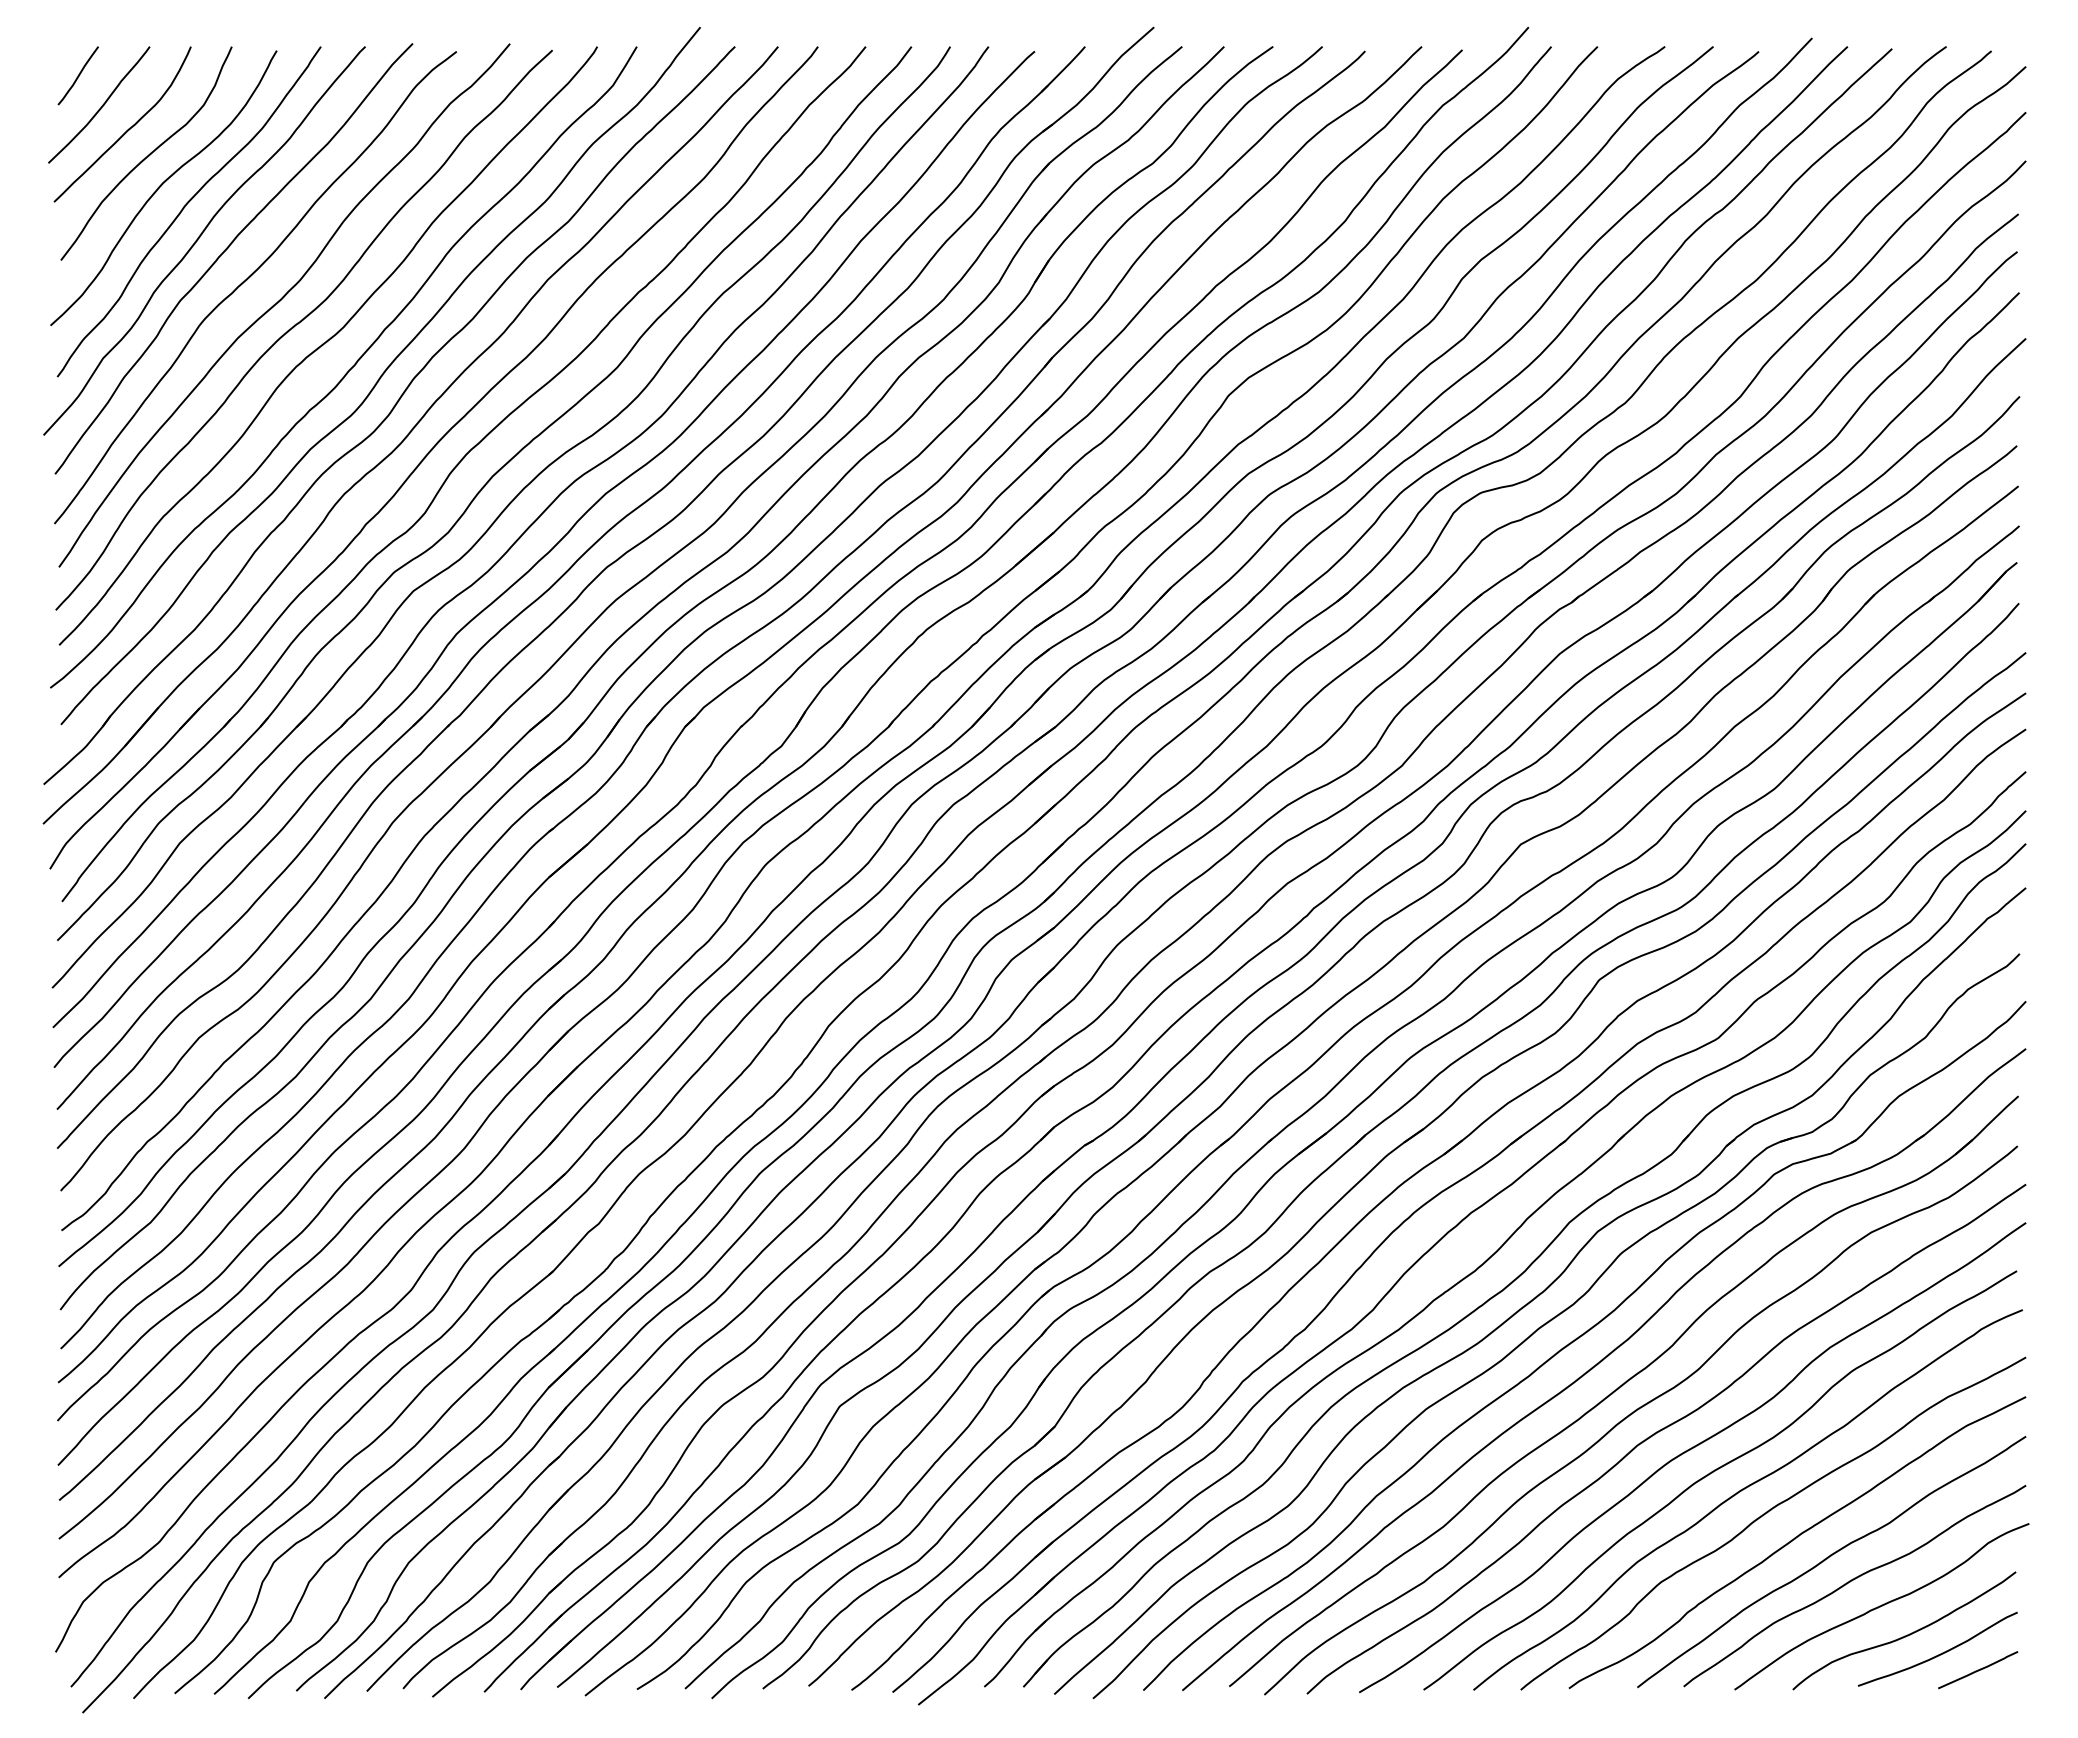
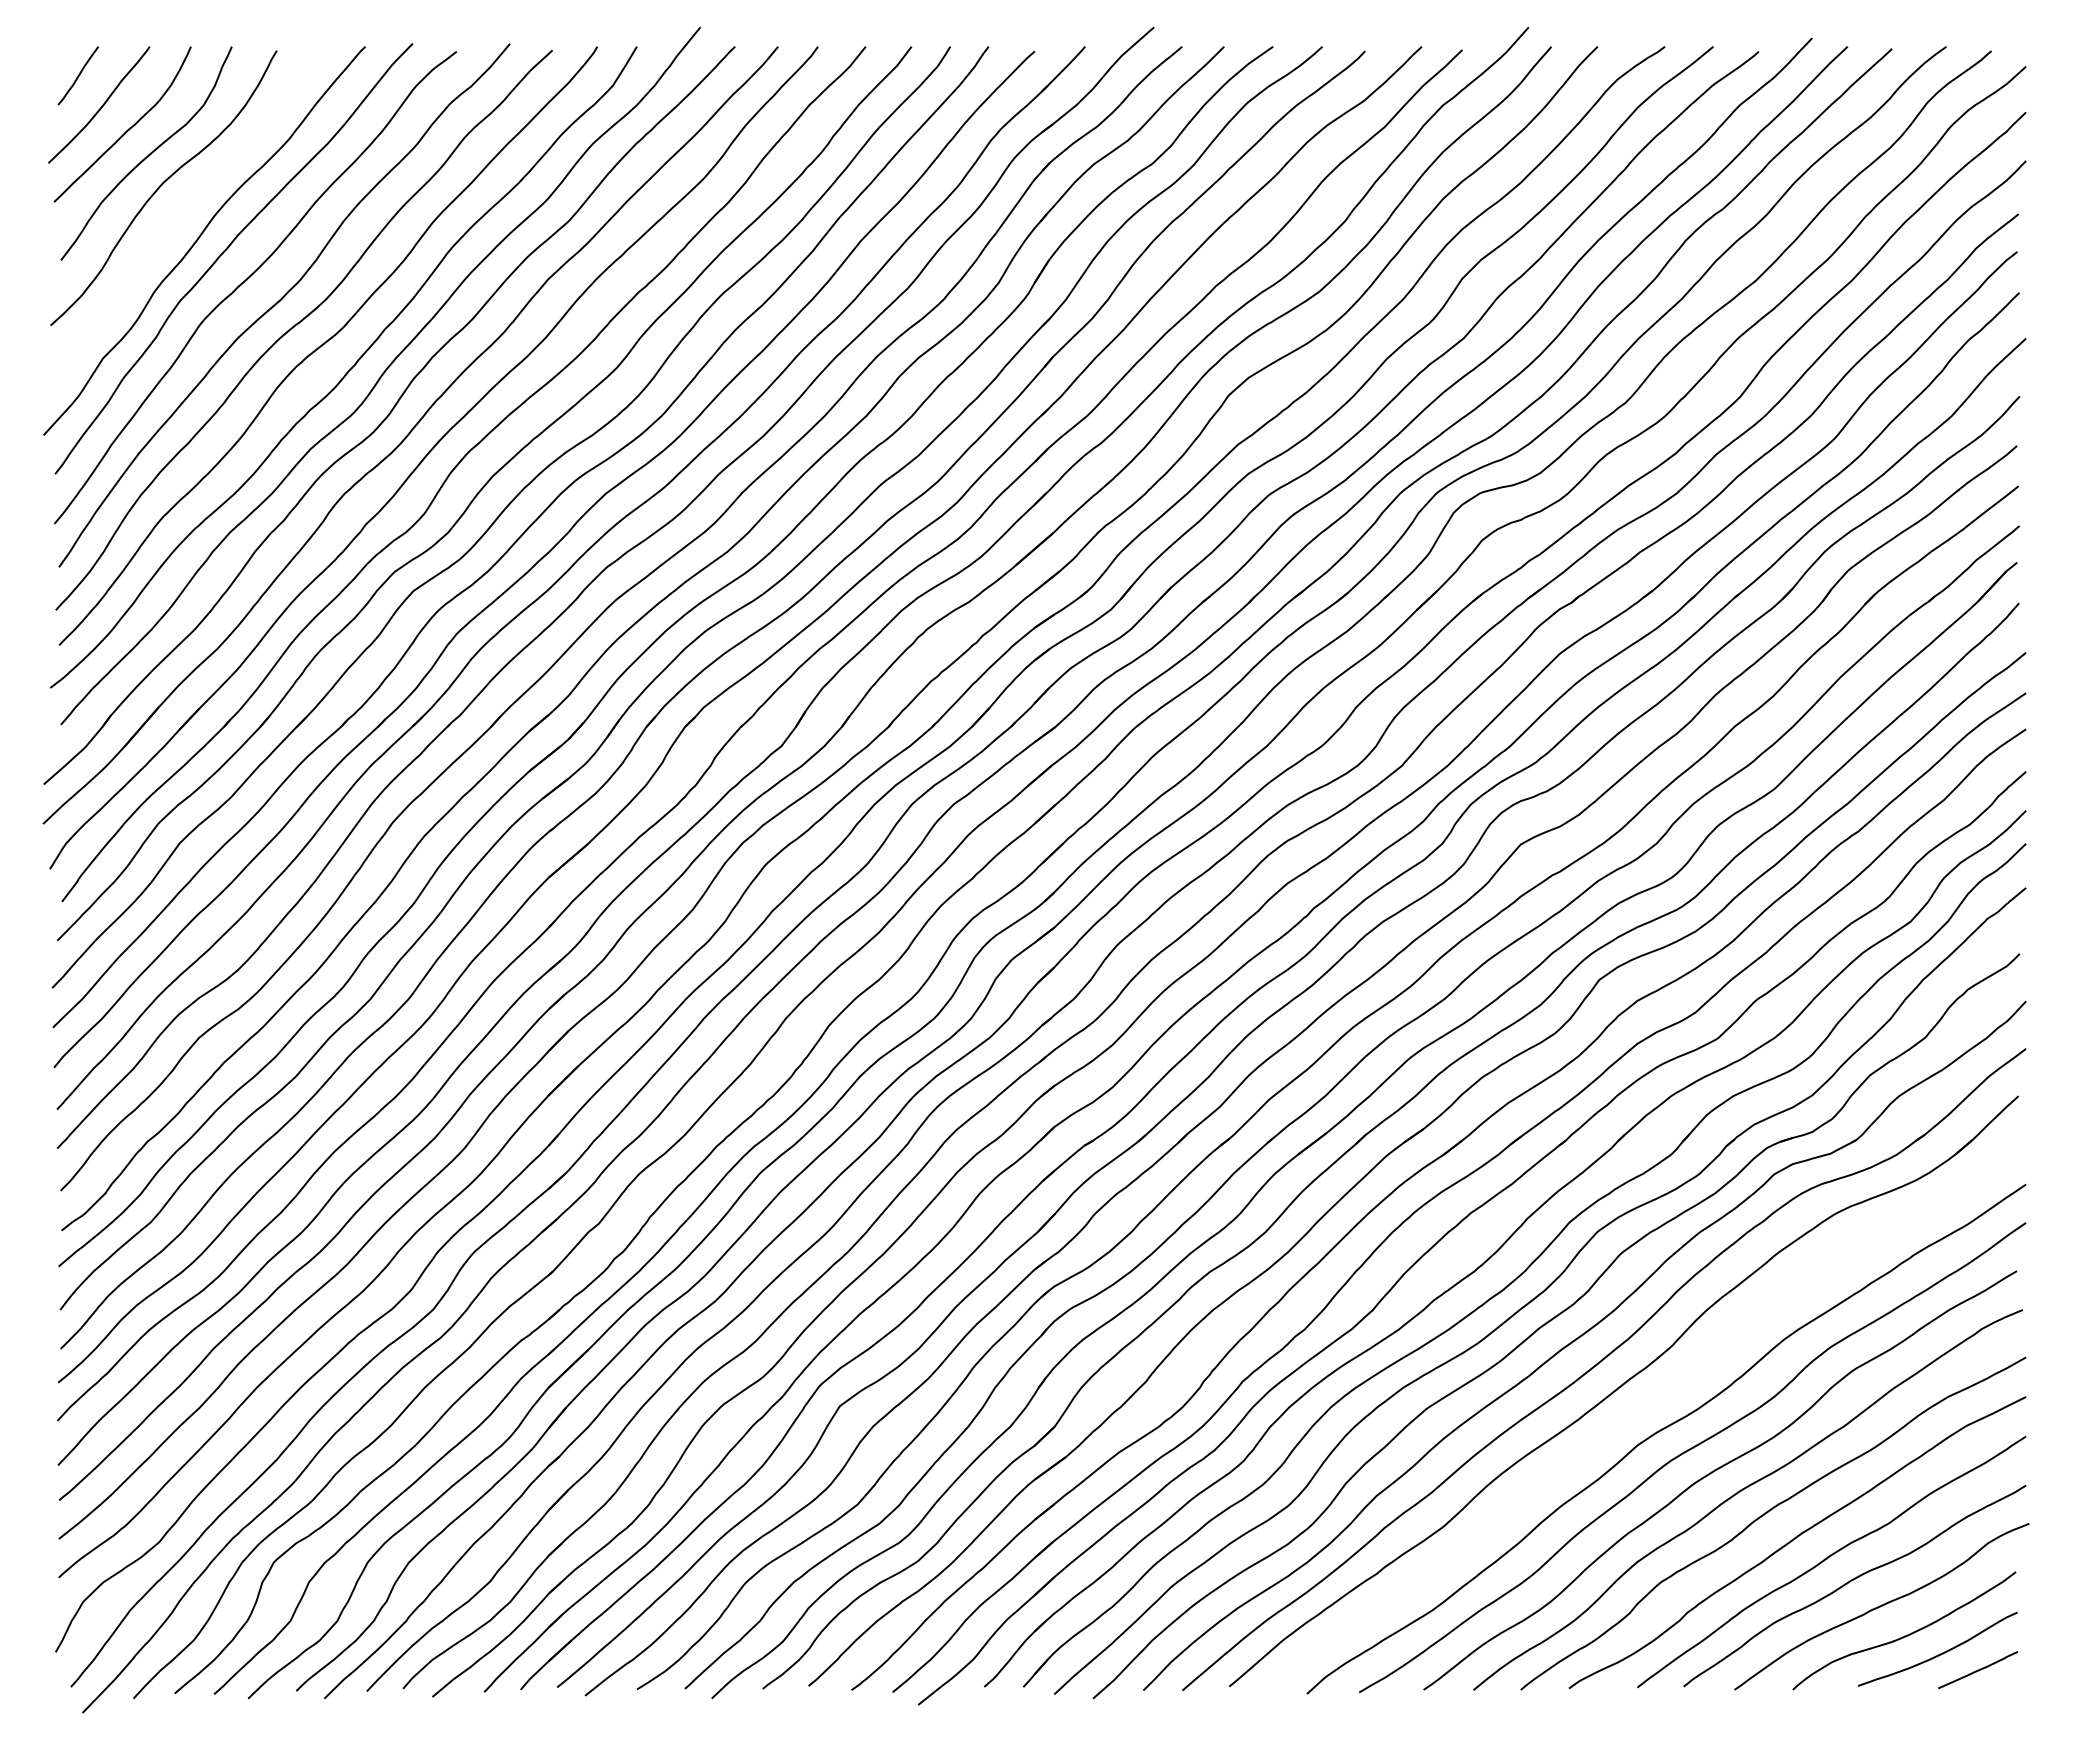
curve at (185, 207): present -> none
curve at (1635, 1412): present -> none
